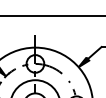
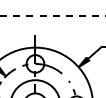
line at (53, 16): solid -> dashed
